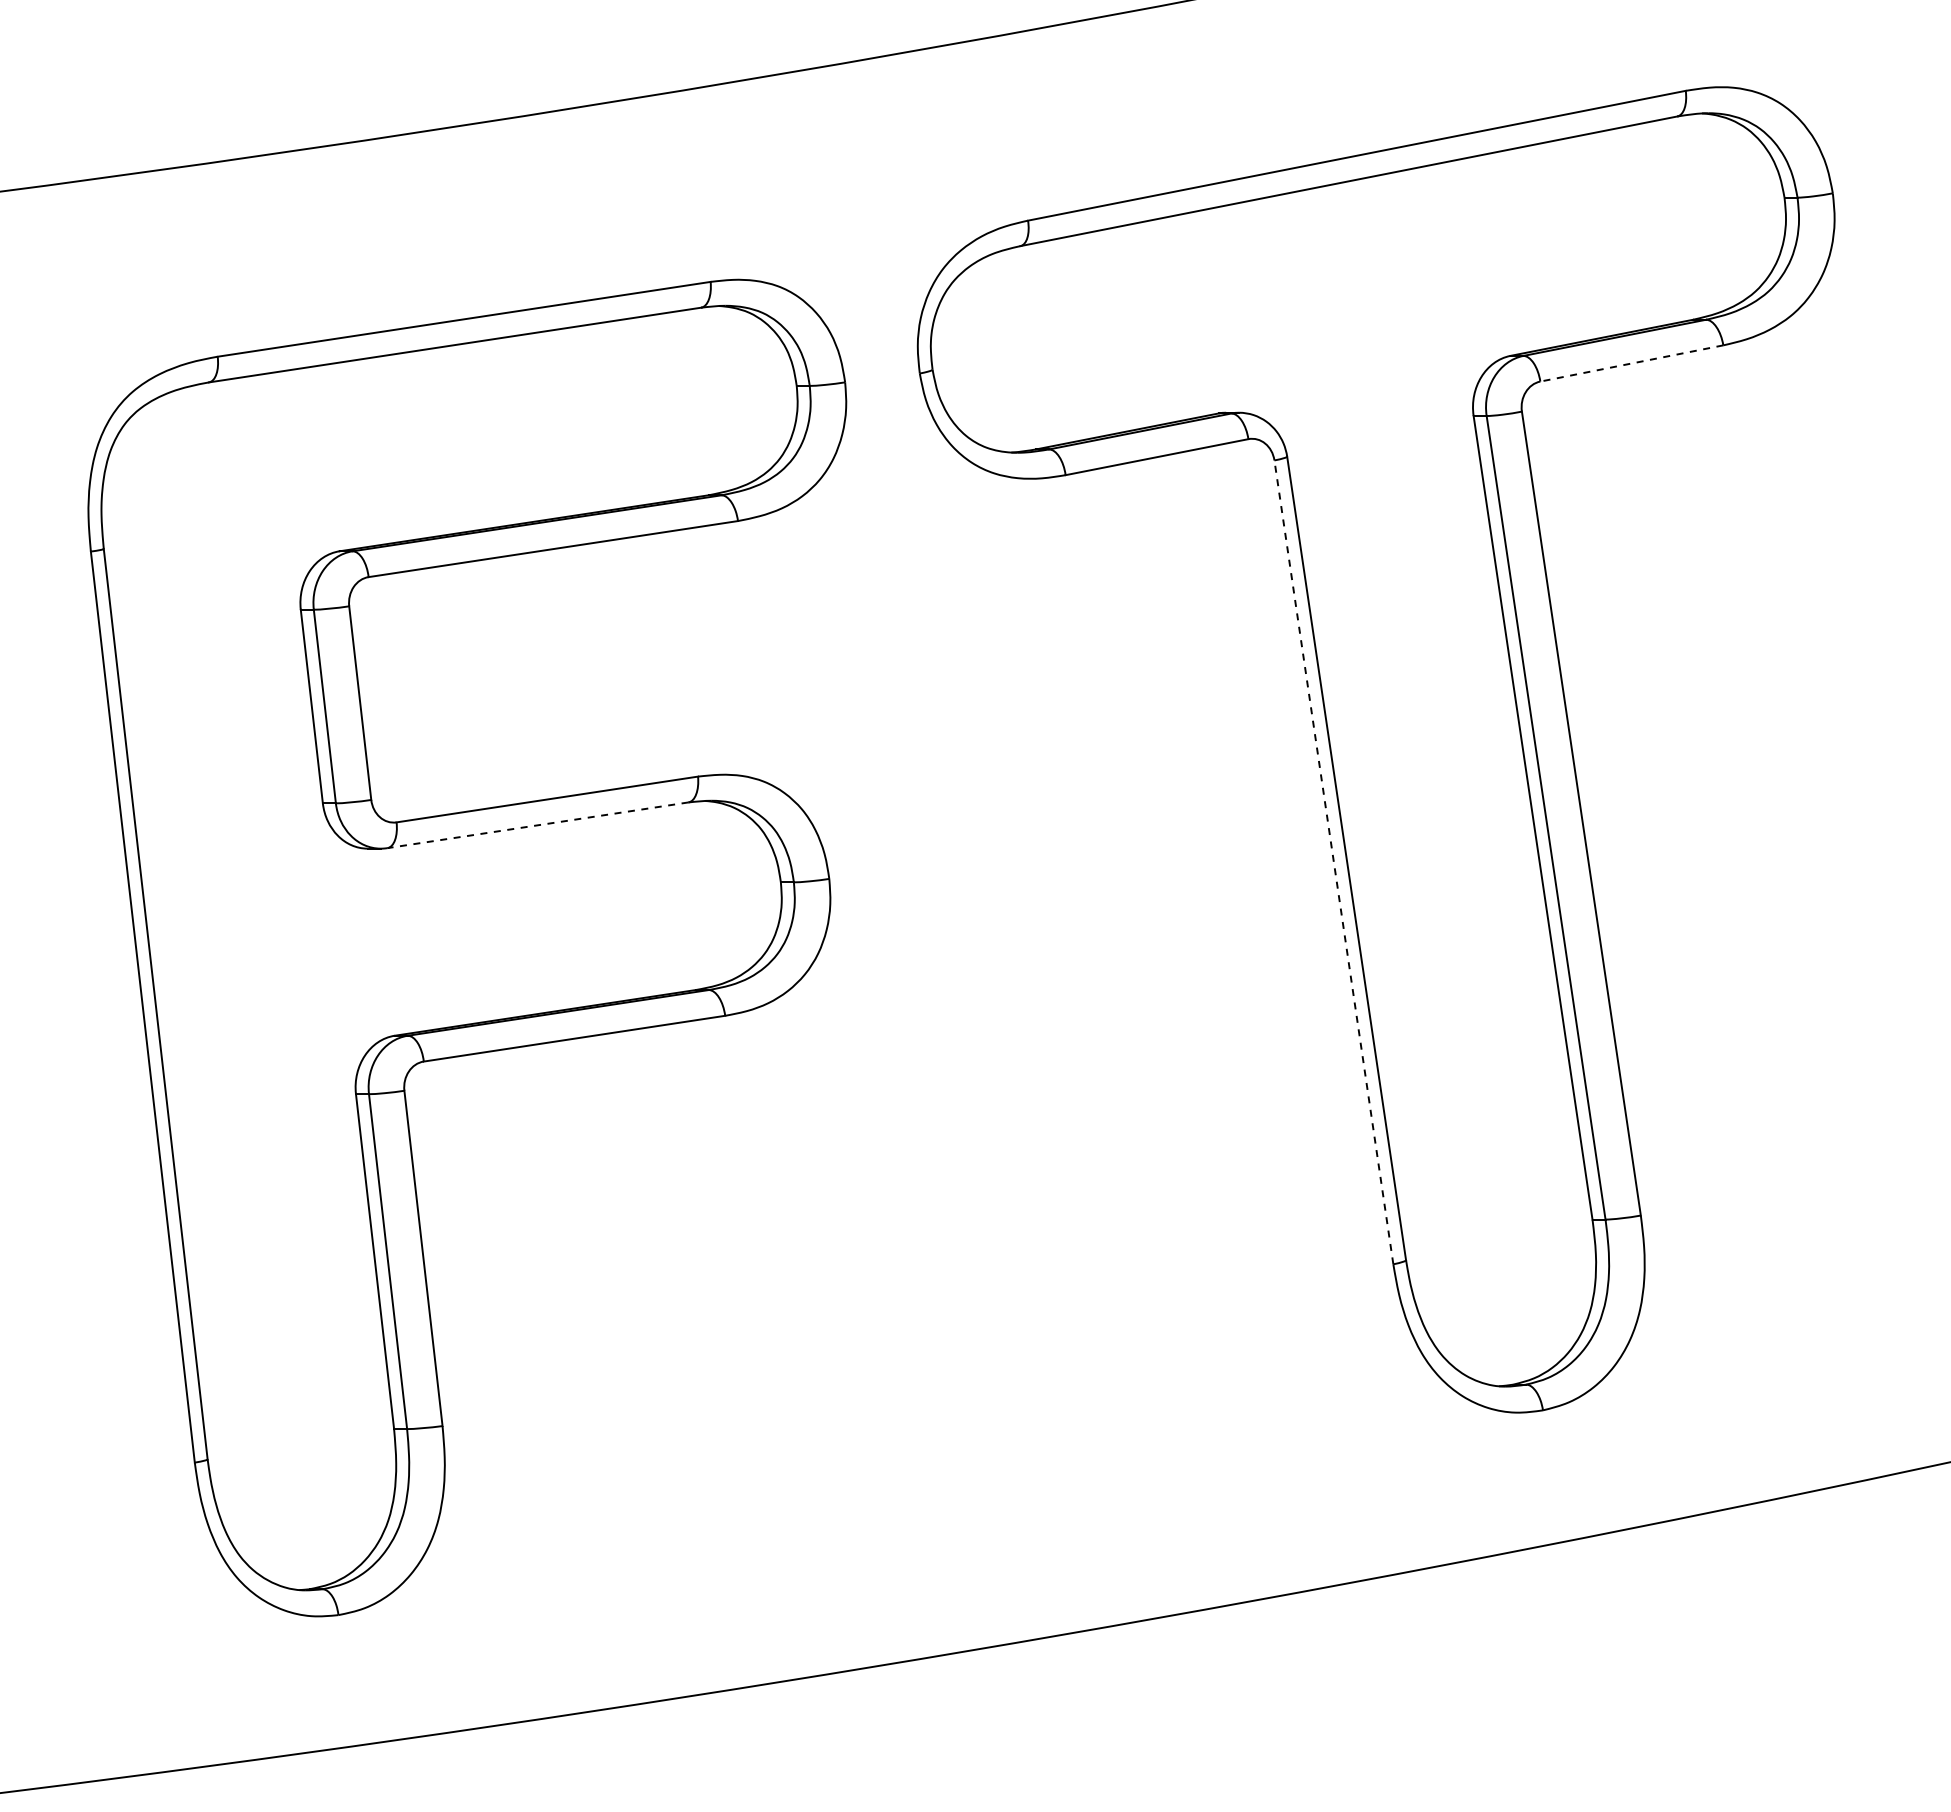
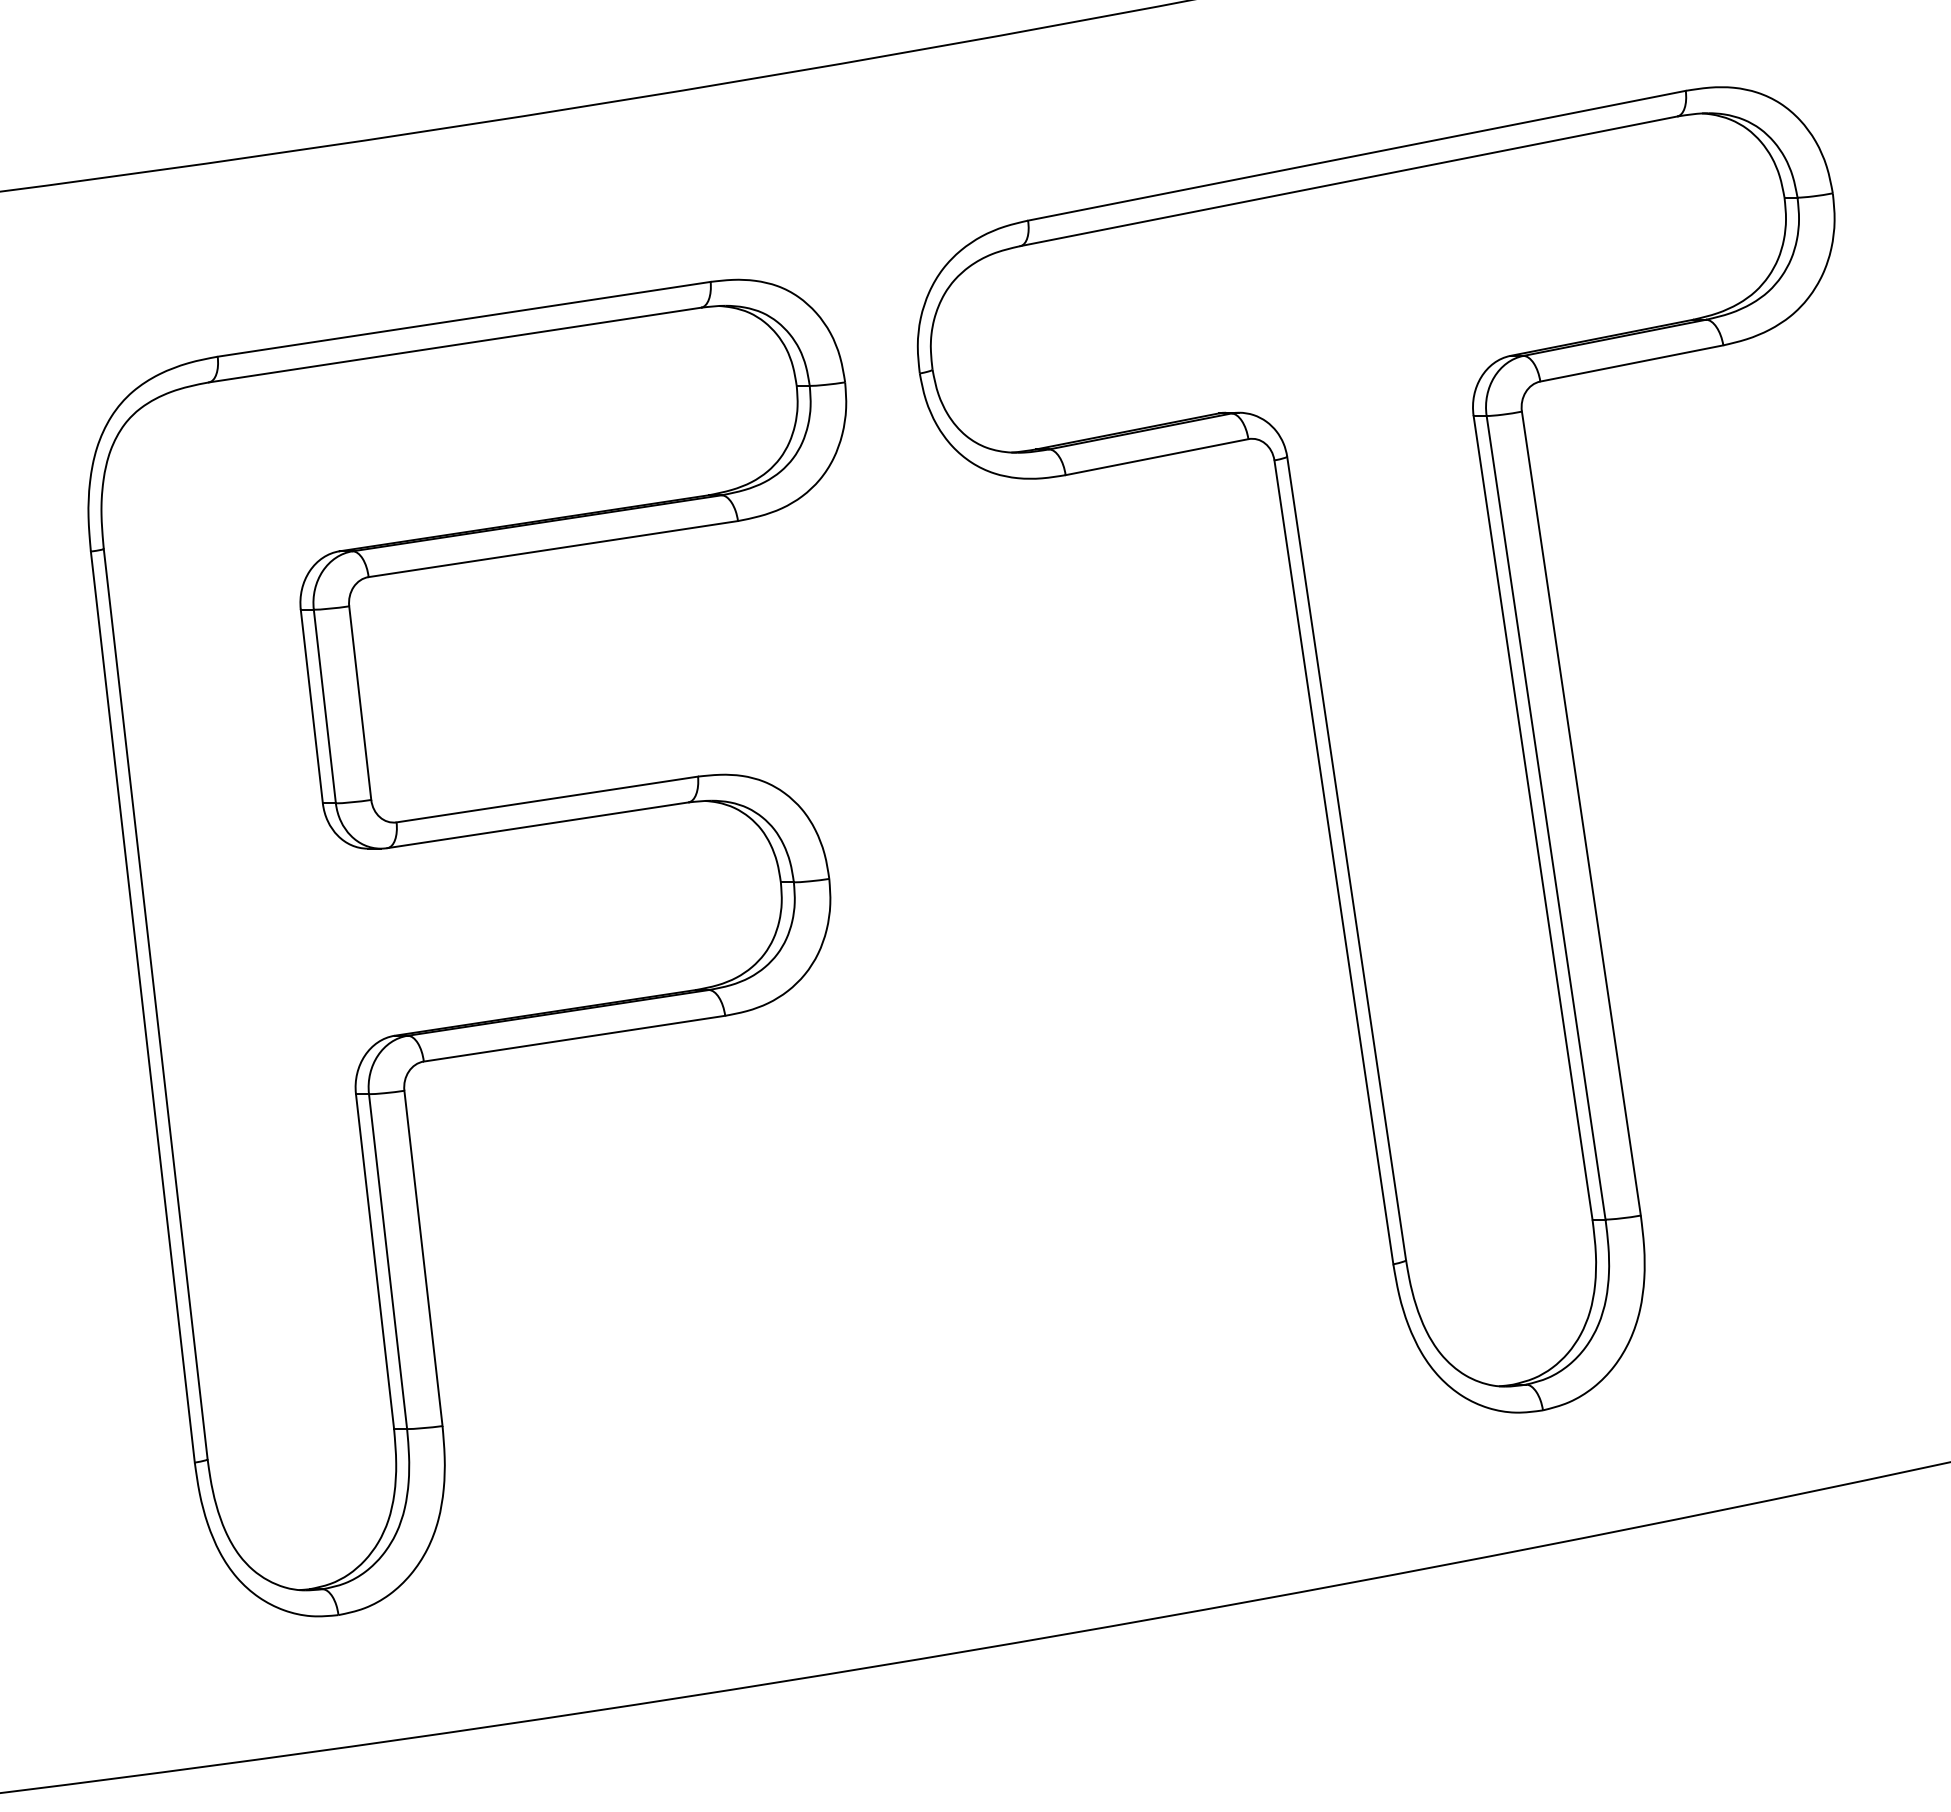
line at (1631, 363): dashed -> solid
line at (537, 825): dashed -> solid
line at (1333, 861): dashed -> solid
